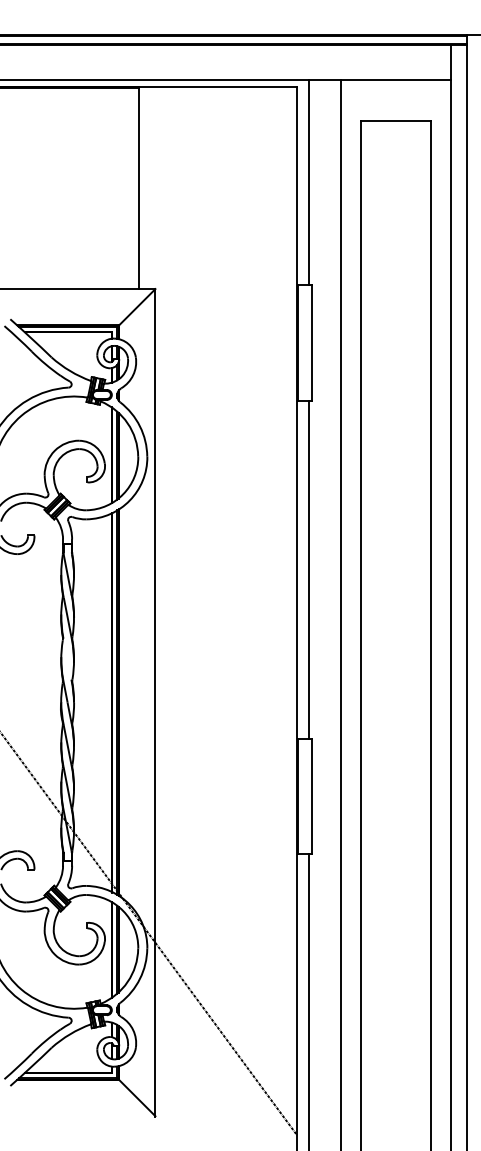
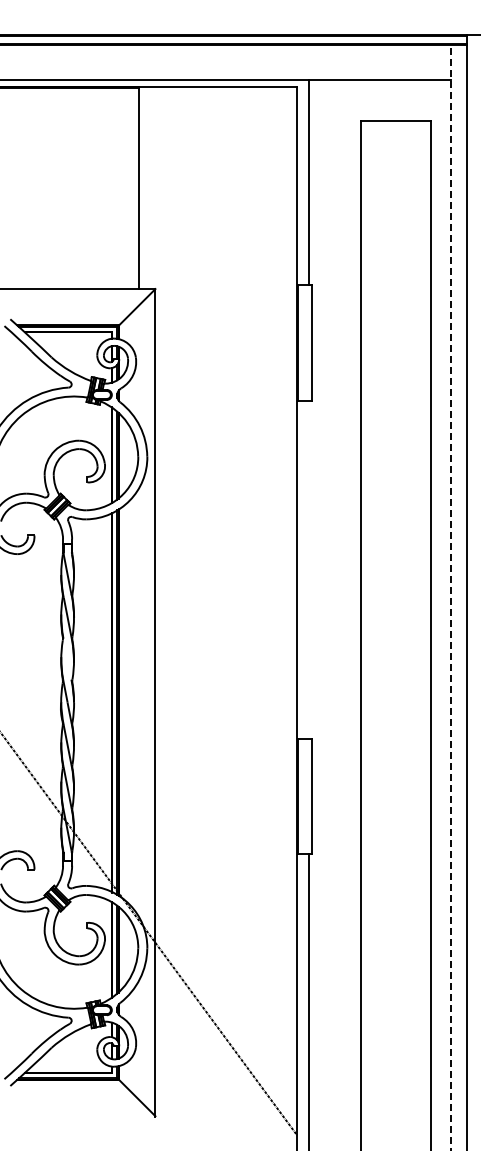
line at (309, 569): present -> none
line at (451, 597): solid -> dashed
line at (341, 613): present -> none
